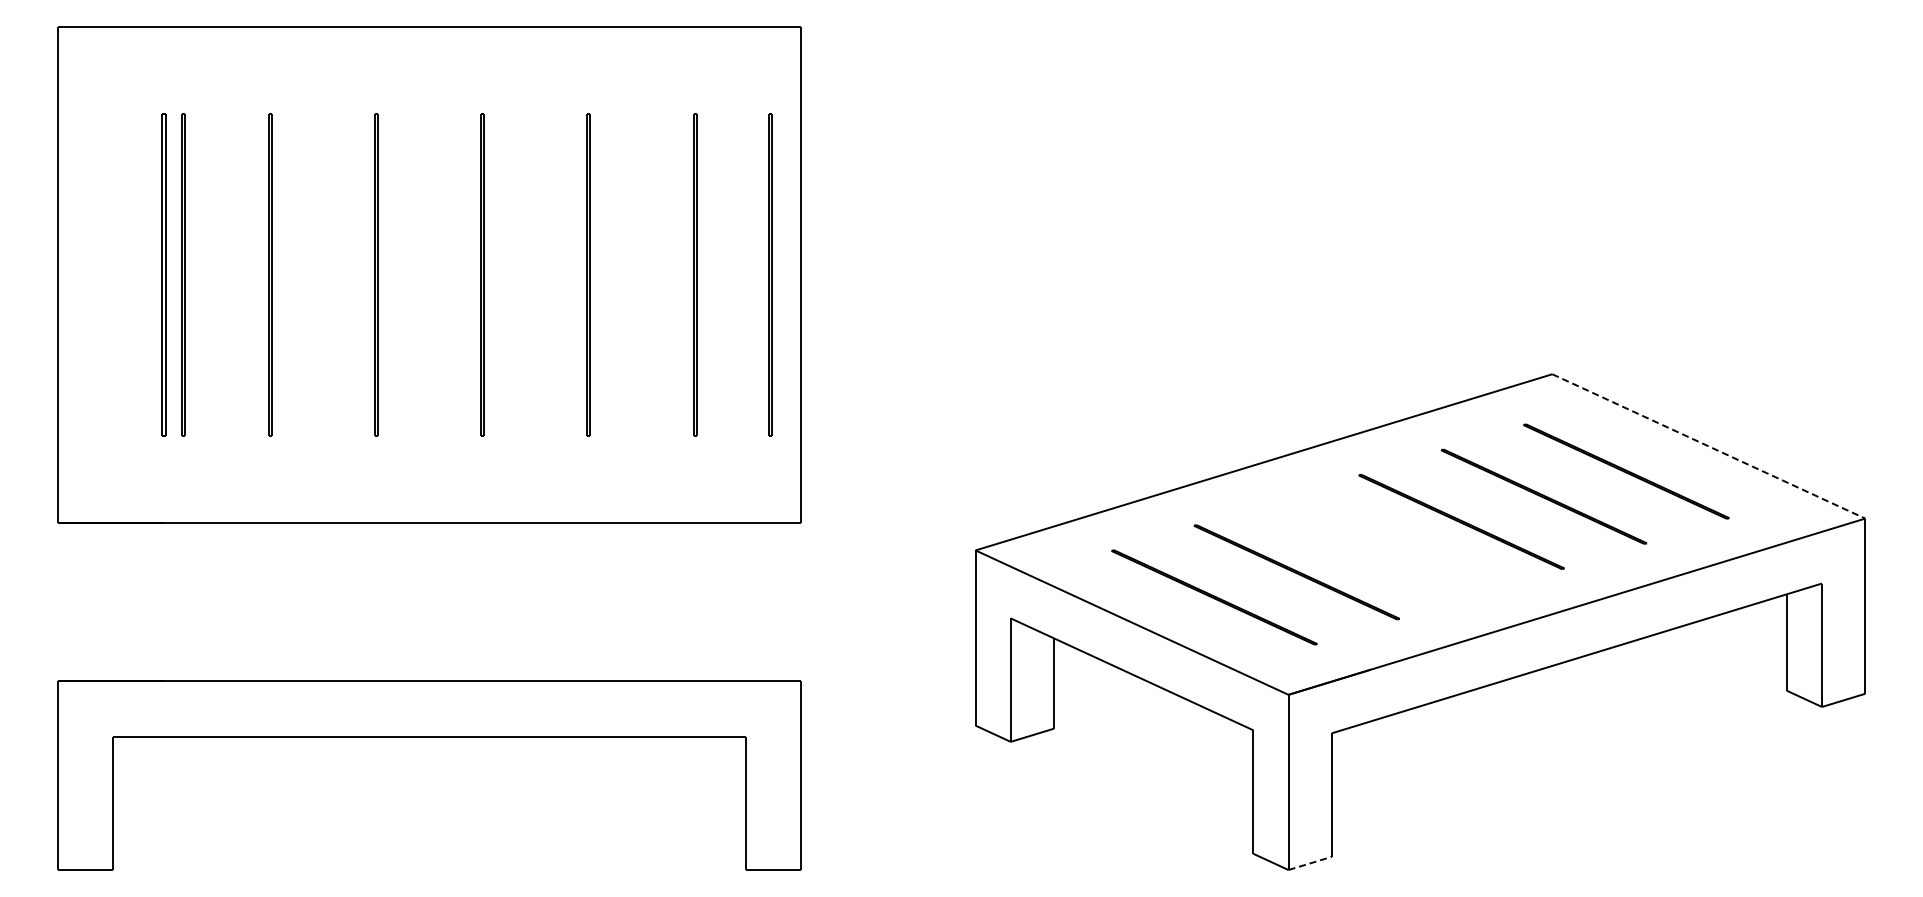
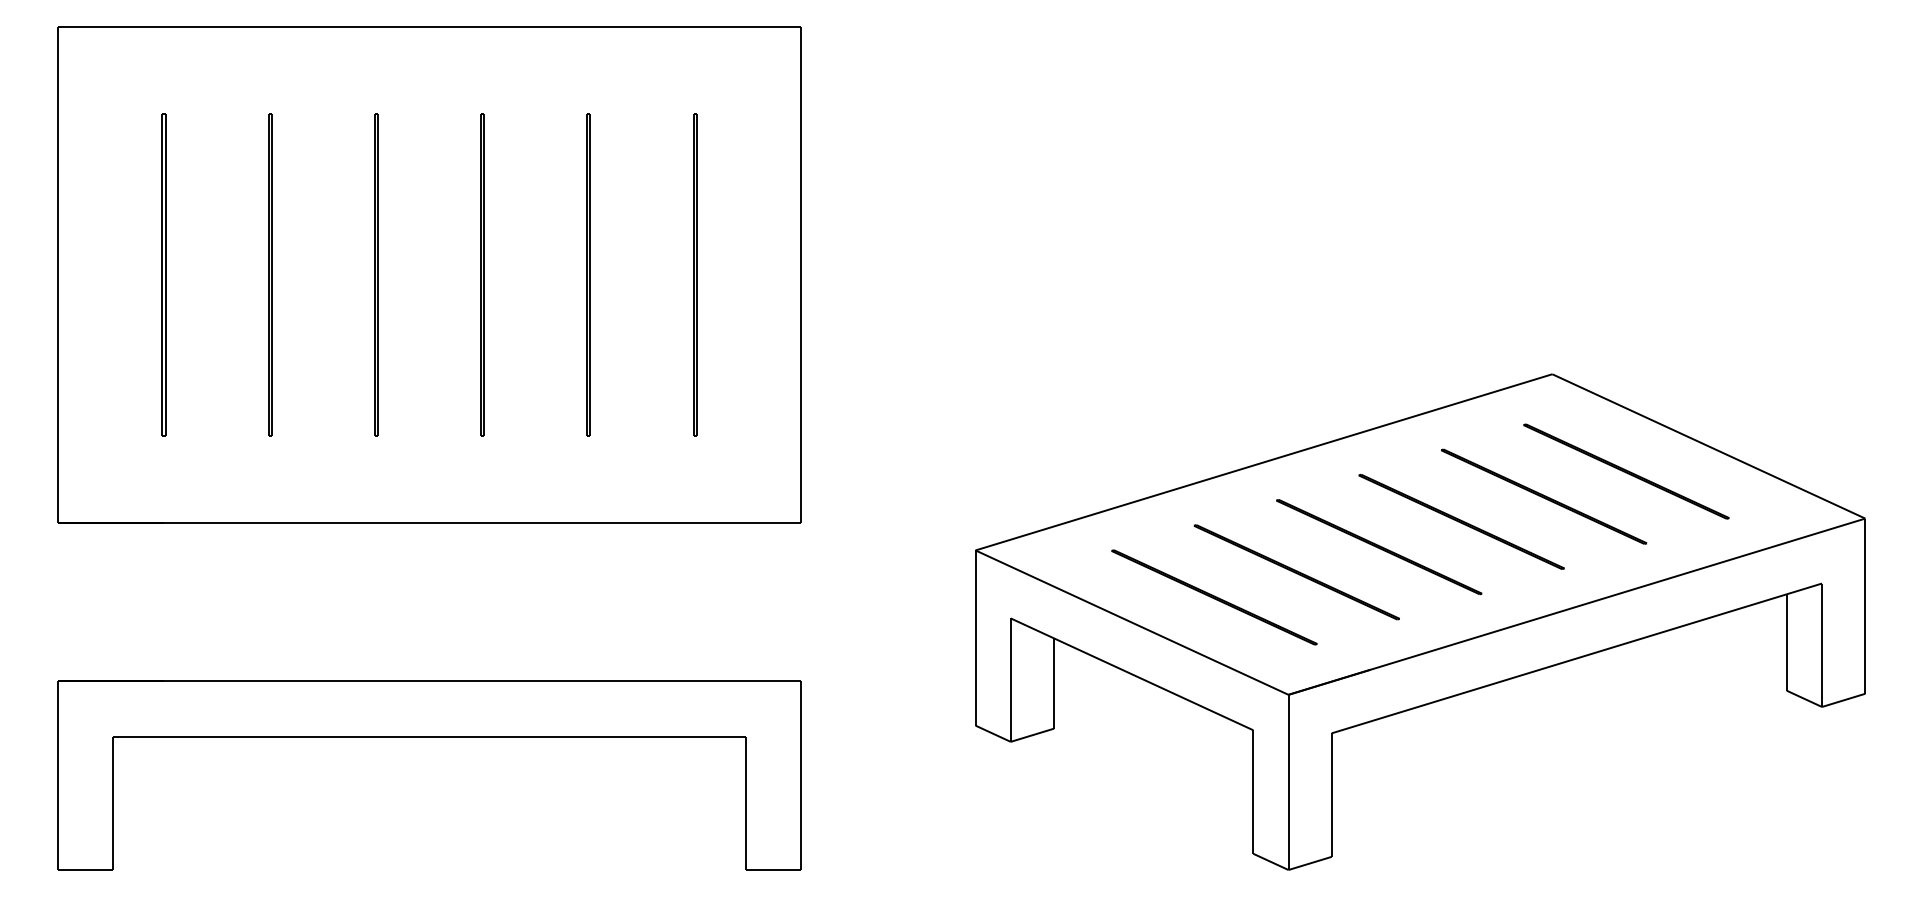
line at (182, 274): present -> none
line at (769, 274): present -> none
line at (1709, 446): dashed -> solid
line at (1379, 547): none -> present
line at (1310, 863): dashed -> solid
